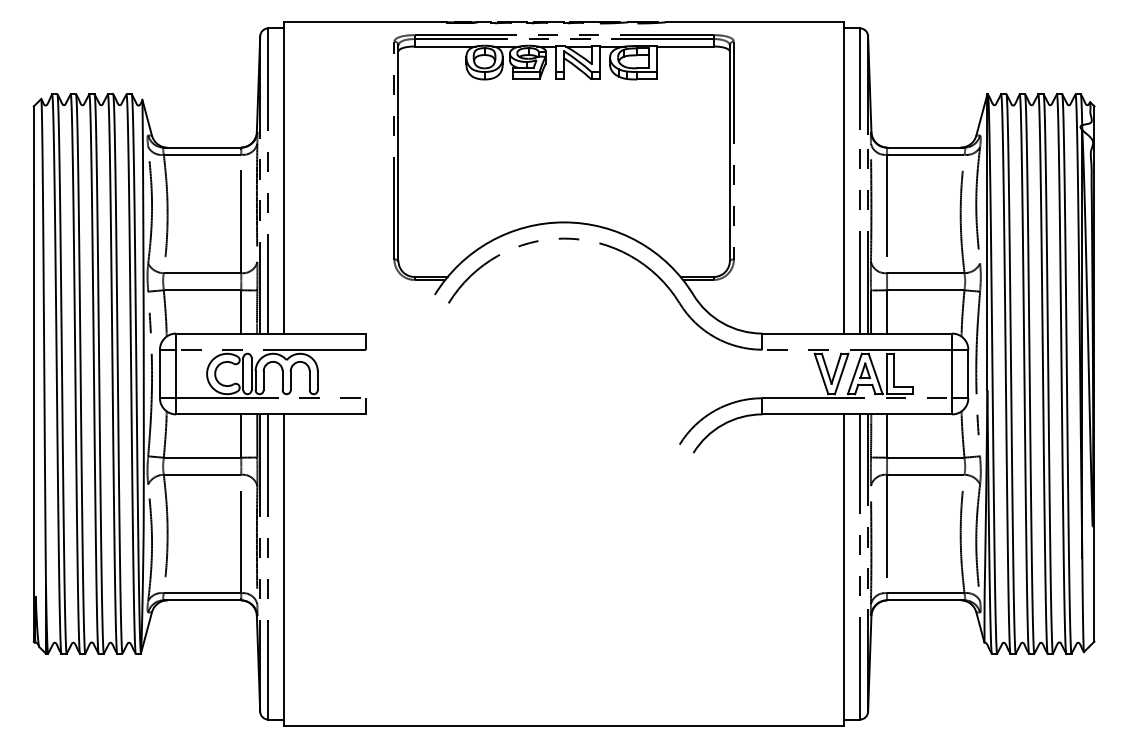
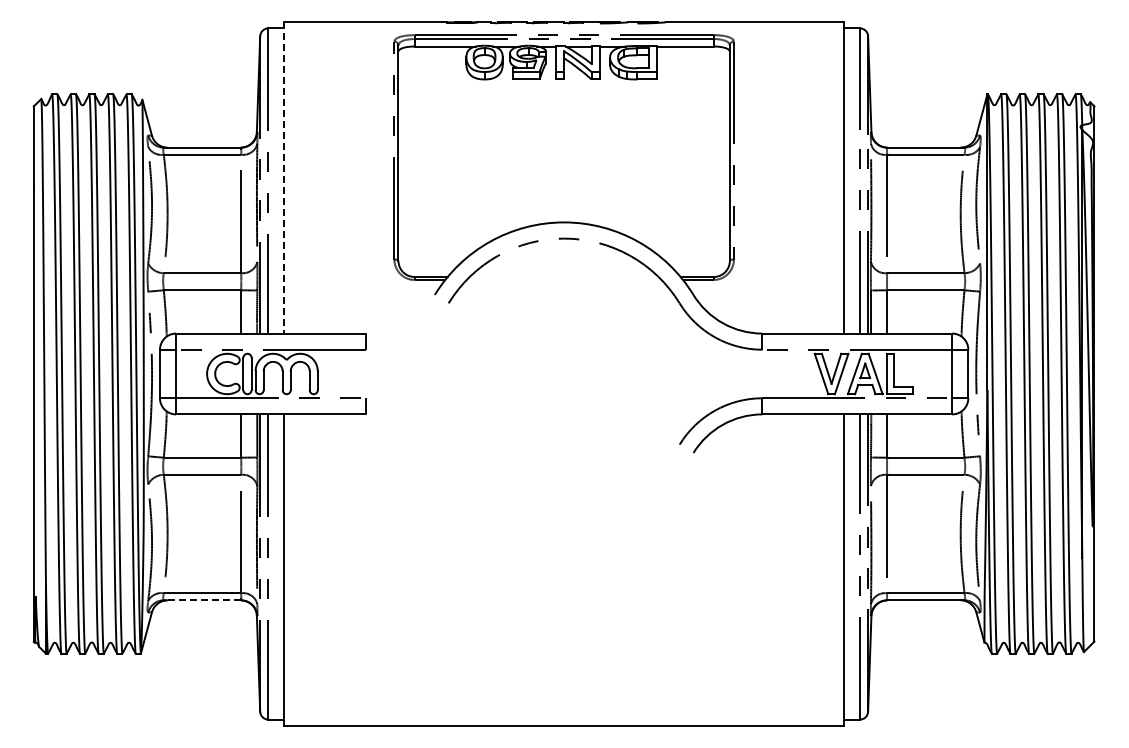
line at (284, 177): solid -> dashed
line at (202, 600): solid -> dashed
